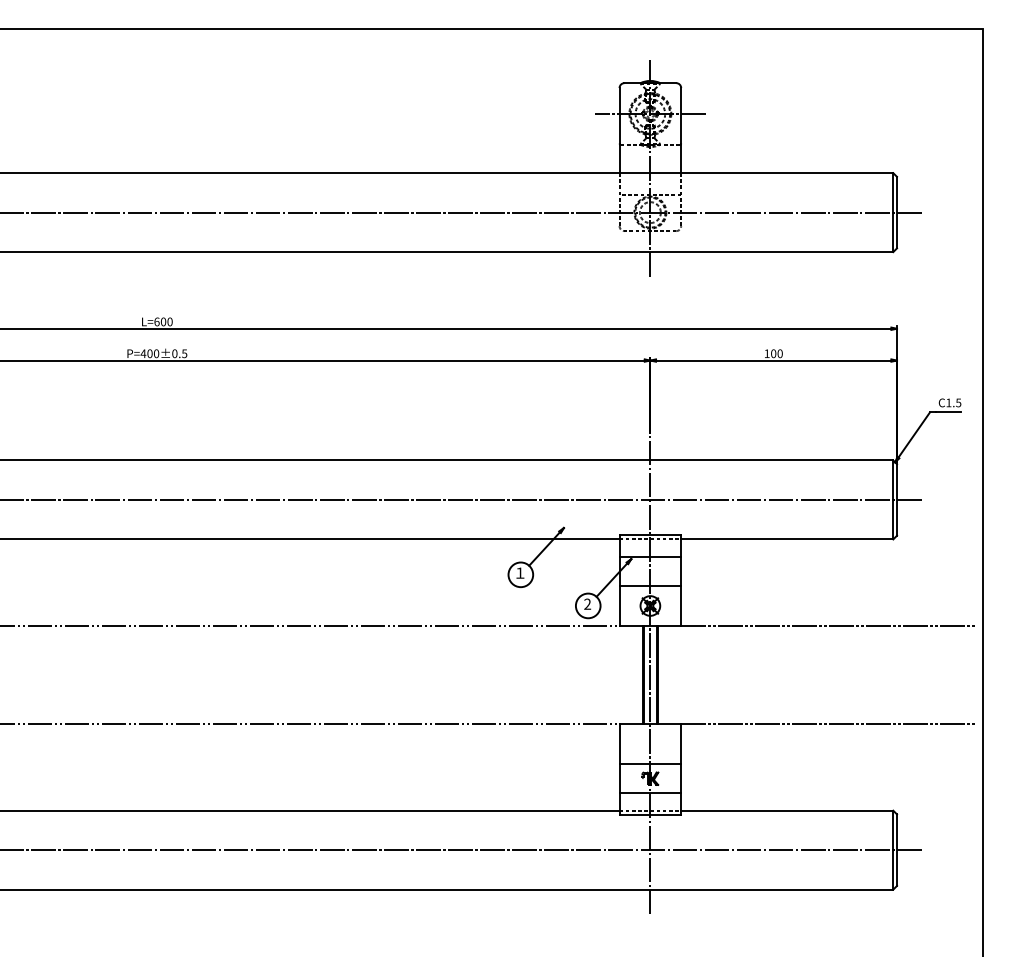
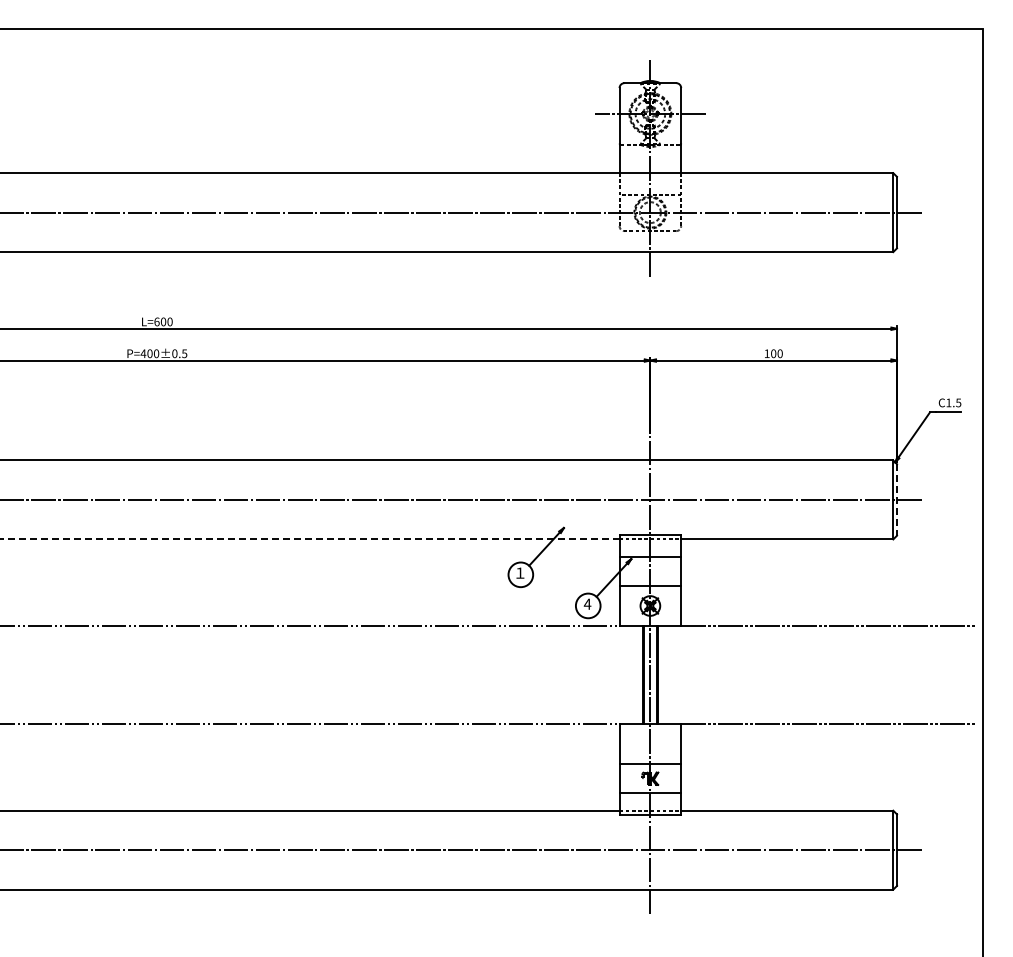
line at (897, 499): solid -> dashed
line at (309, 539): solid -> dashed
text at (587, 603): 2 -> 4
